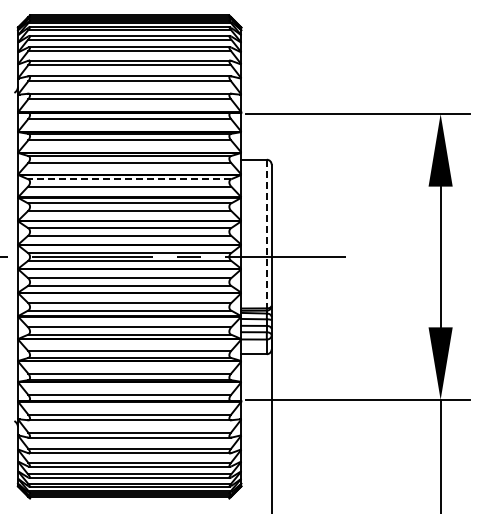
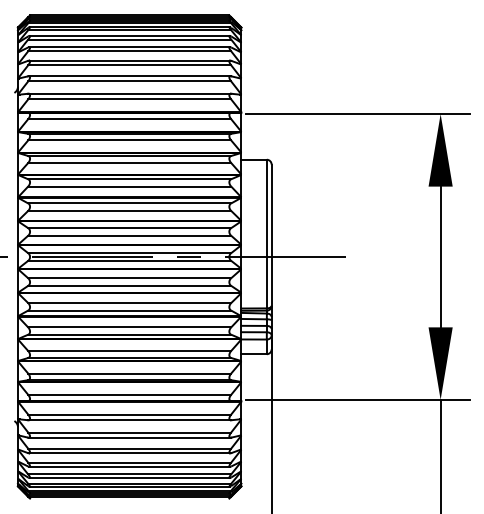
line at (129, 179): dashed -> solid
line at (266, 234): dashed -> solid
